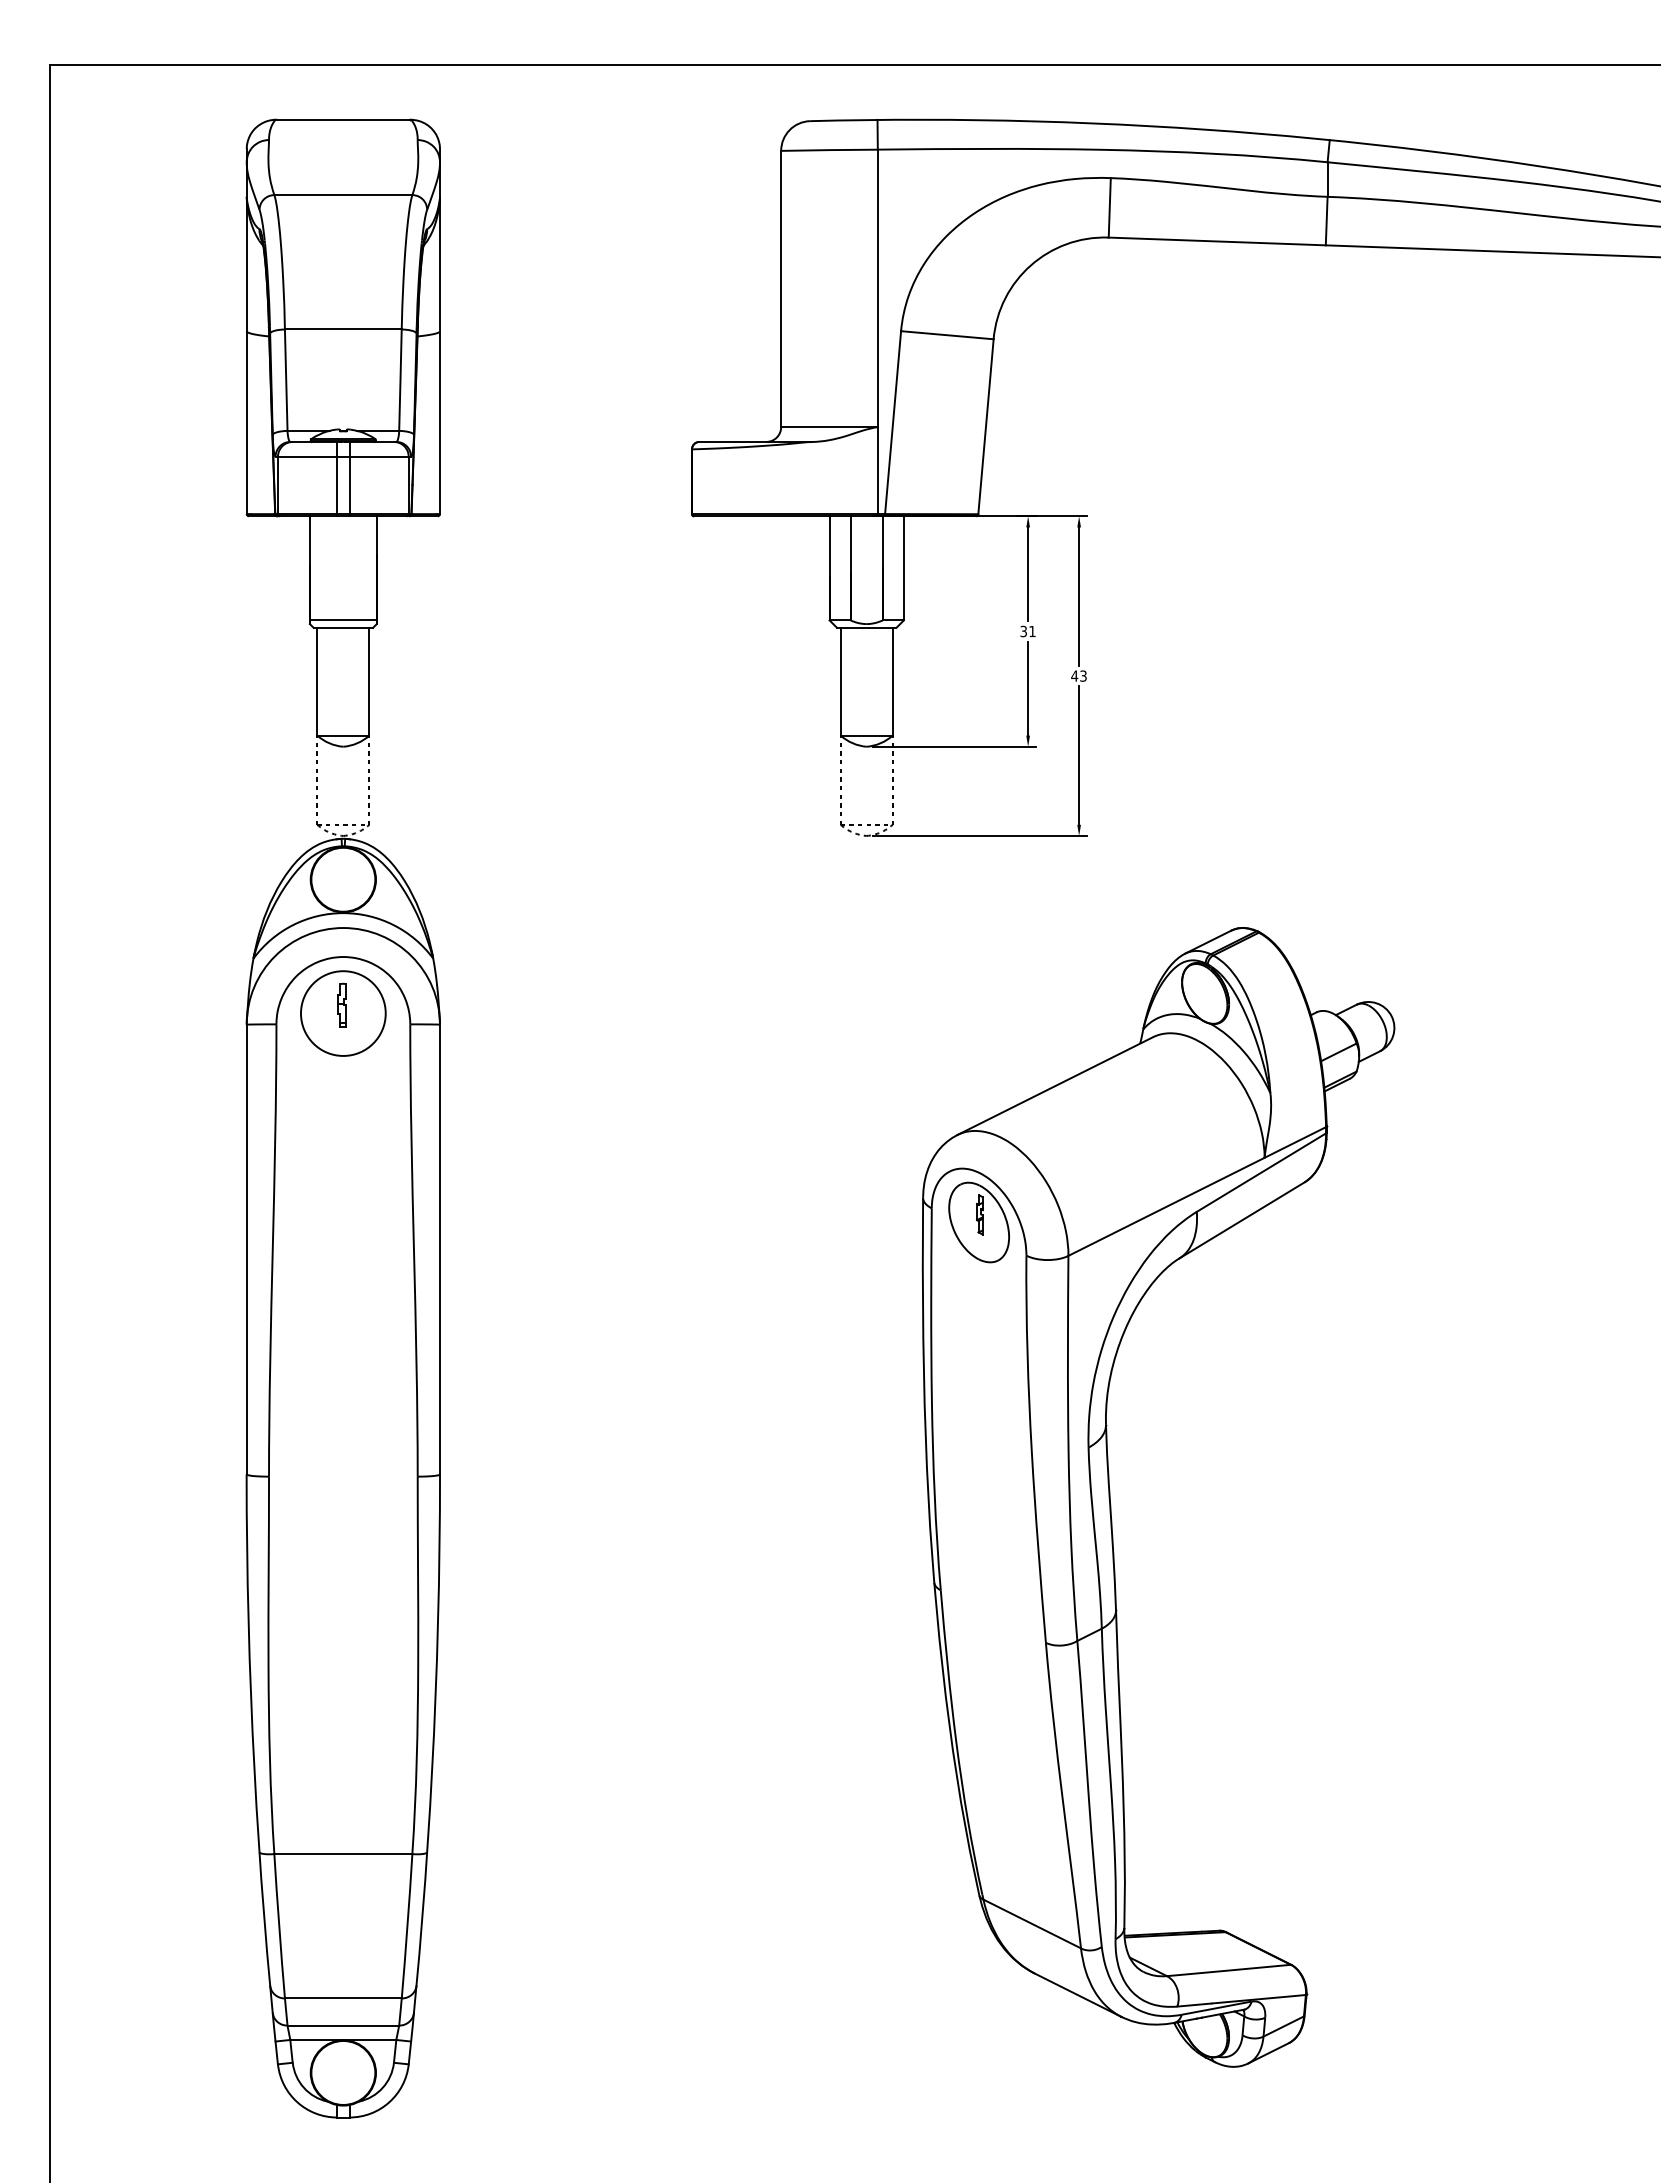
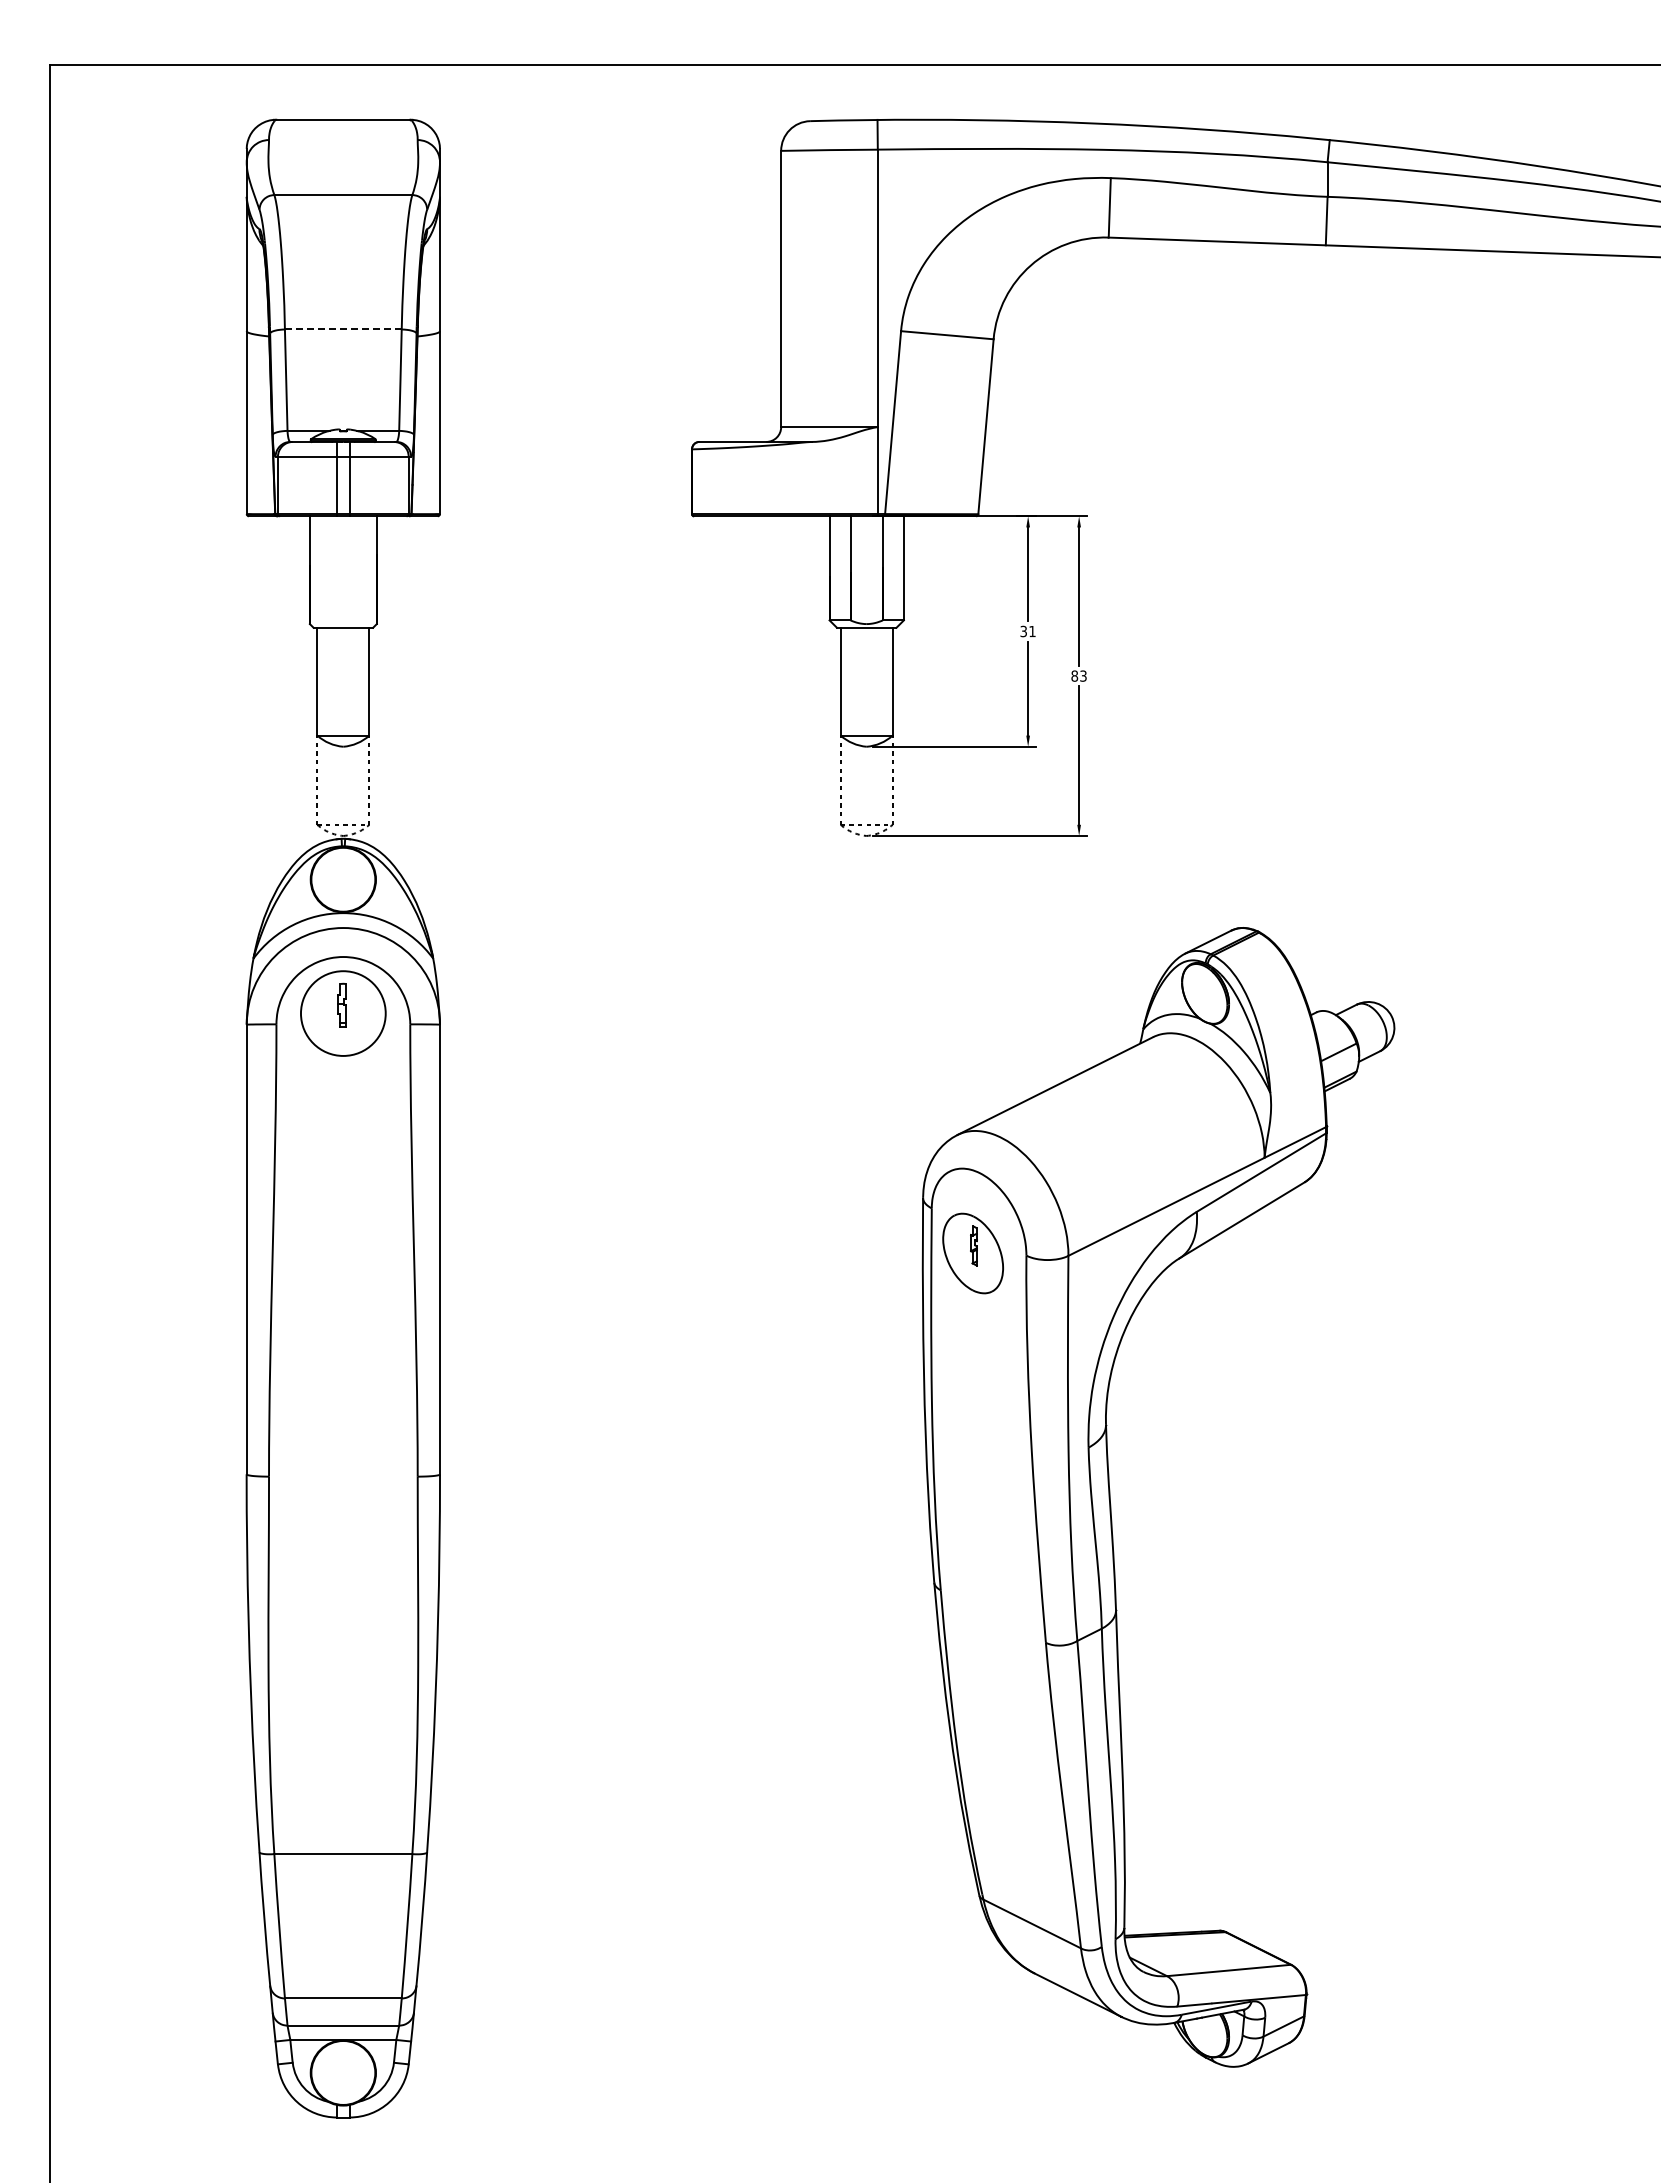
line at (342, 329): solid -> dashed
line at (342, 620): present -> none
text at (1074, 675): 43 -> 83
part at (978, 1222) position: (978, 1222) -> (972, 1253)
